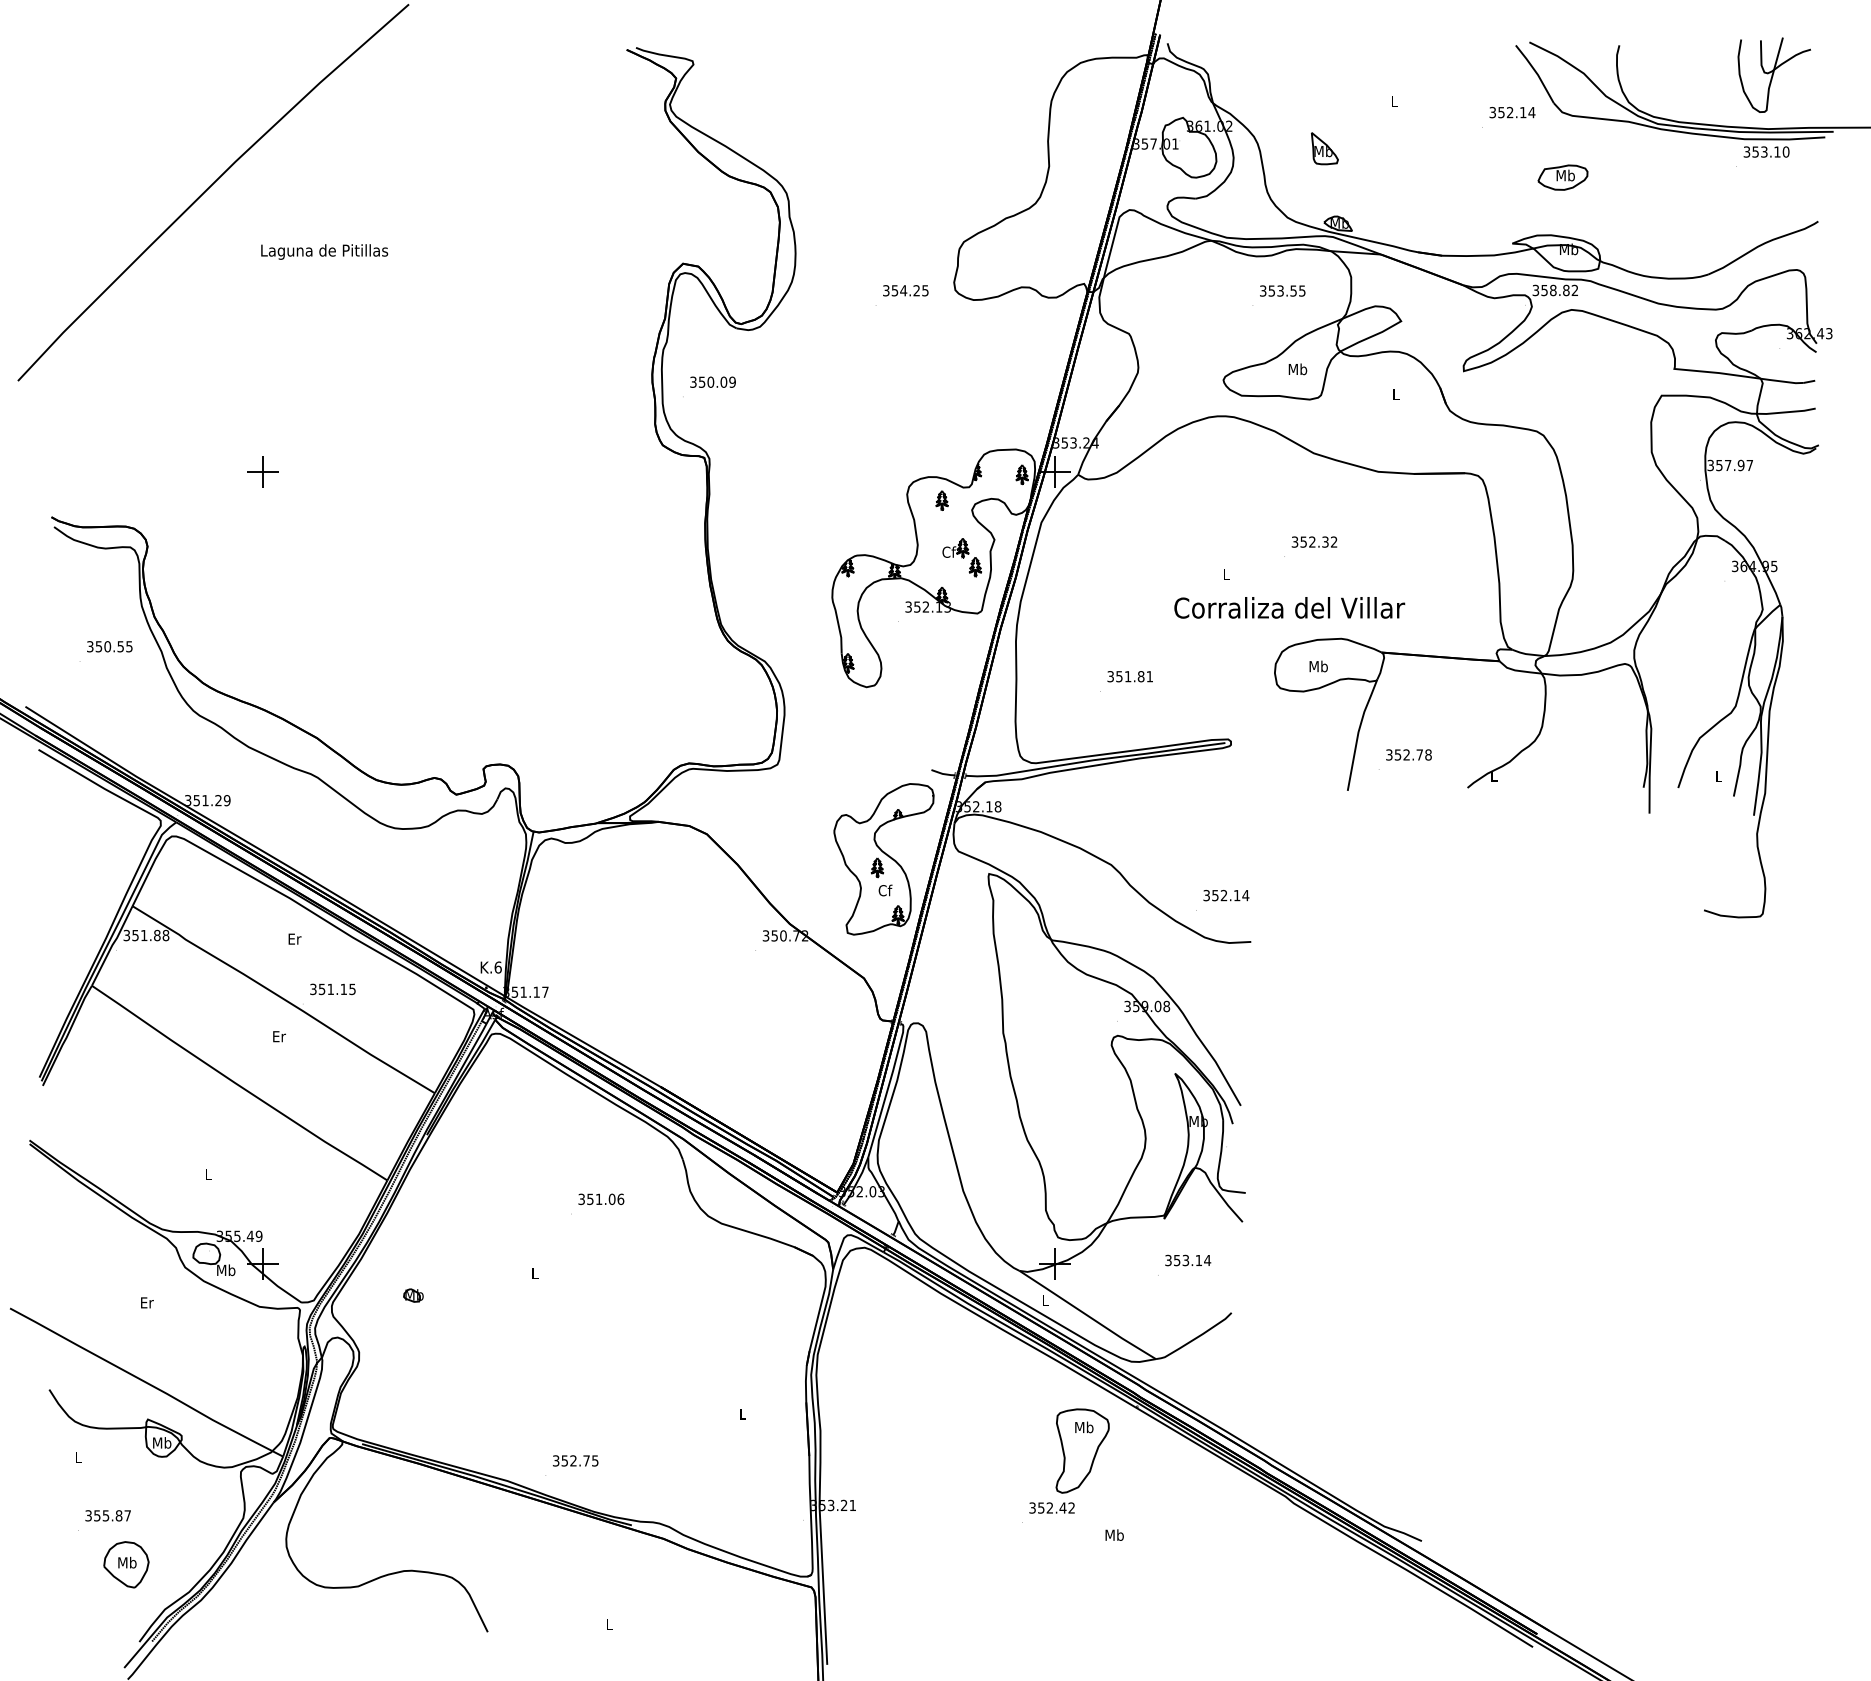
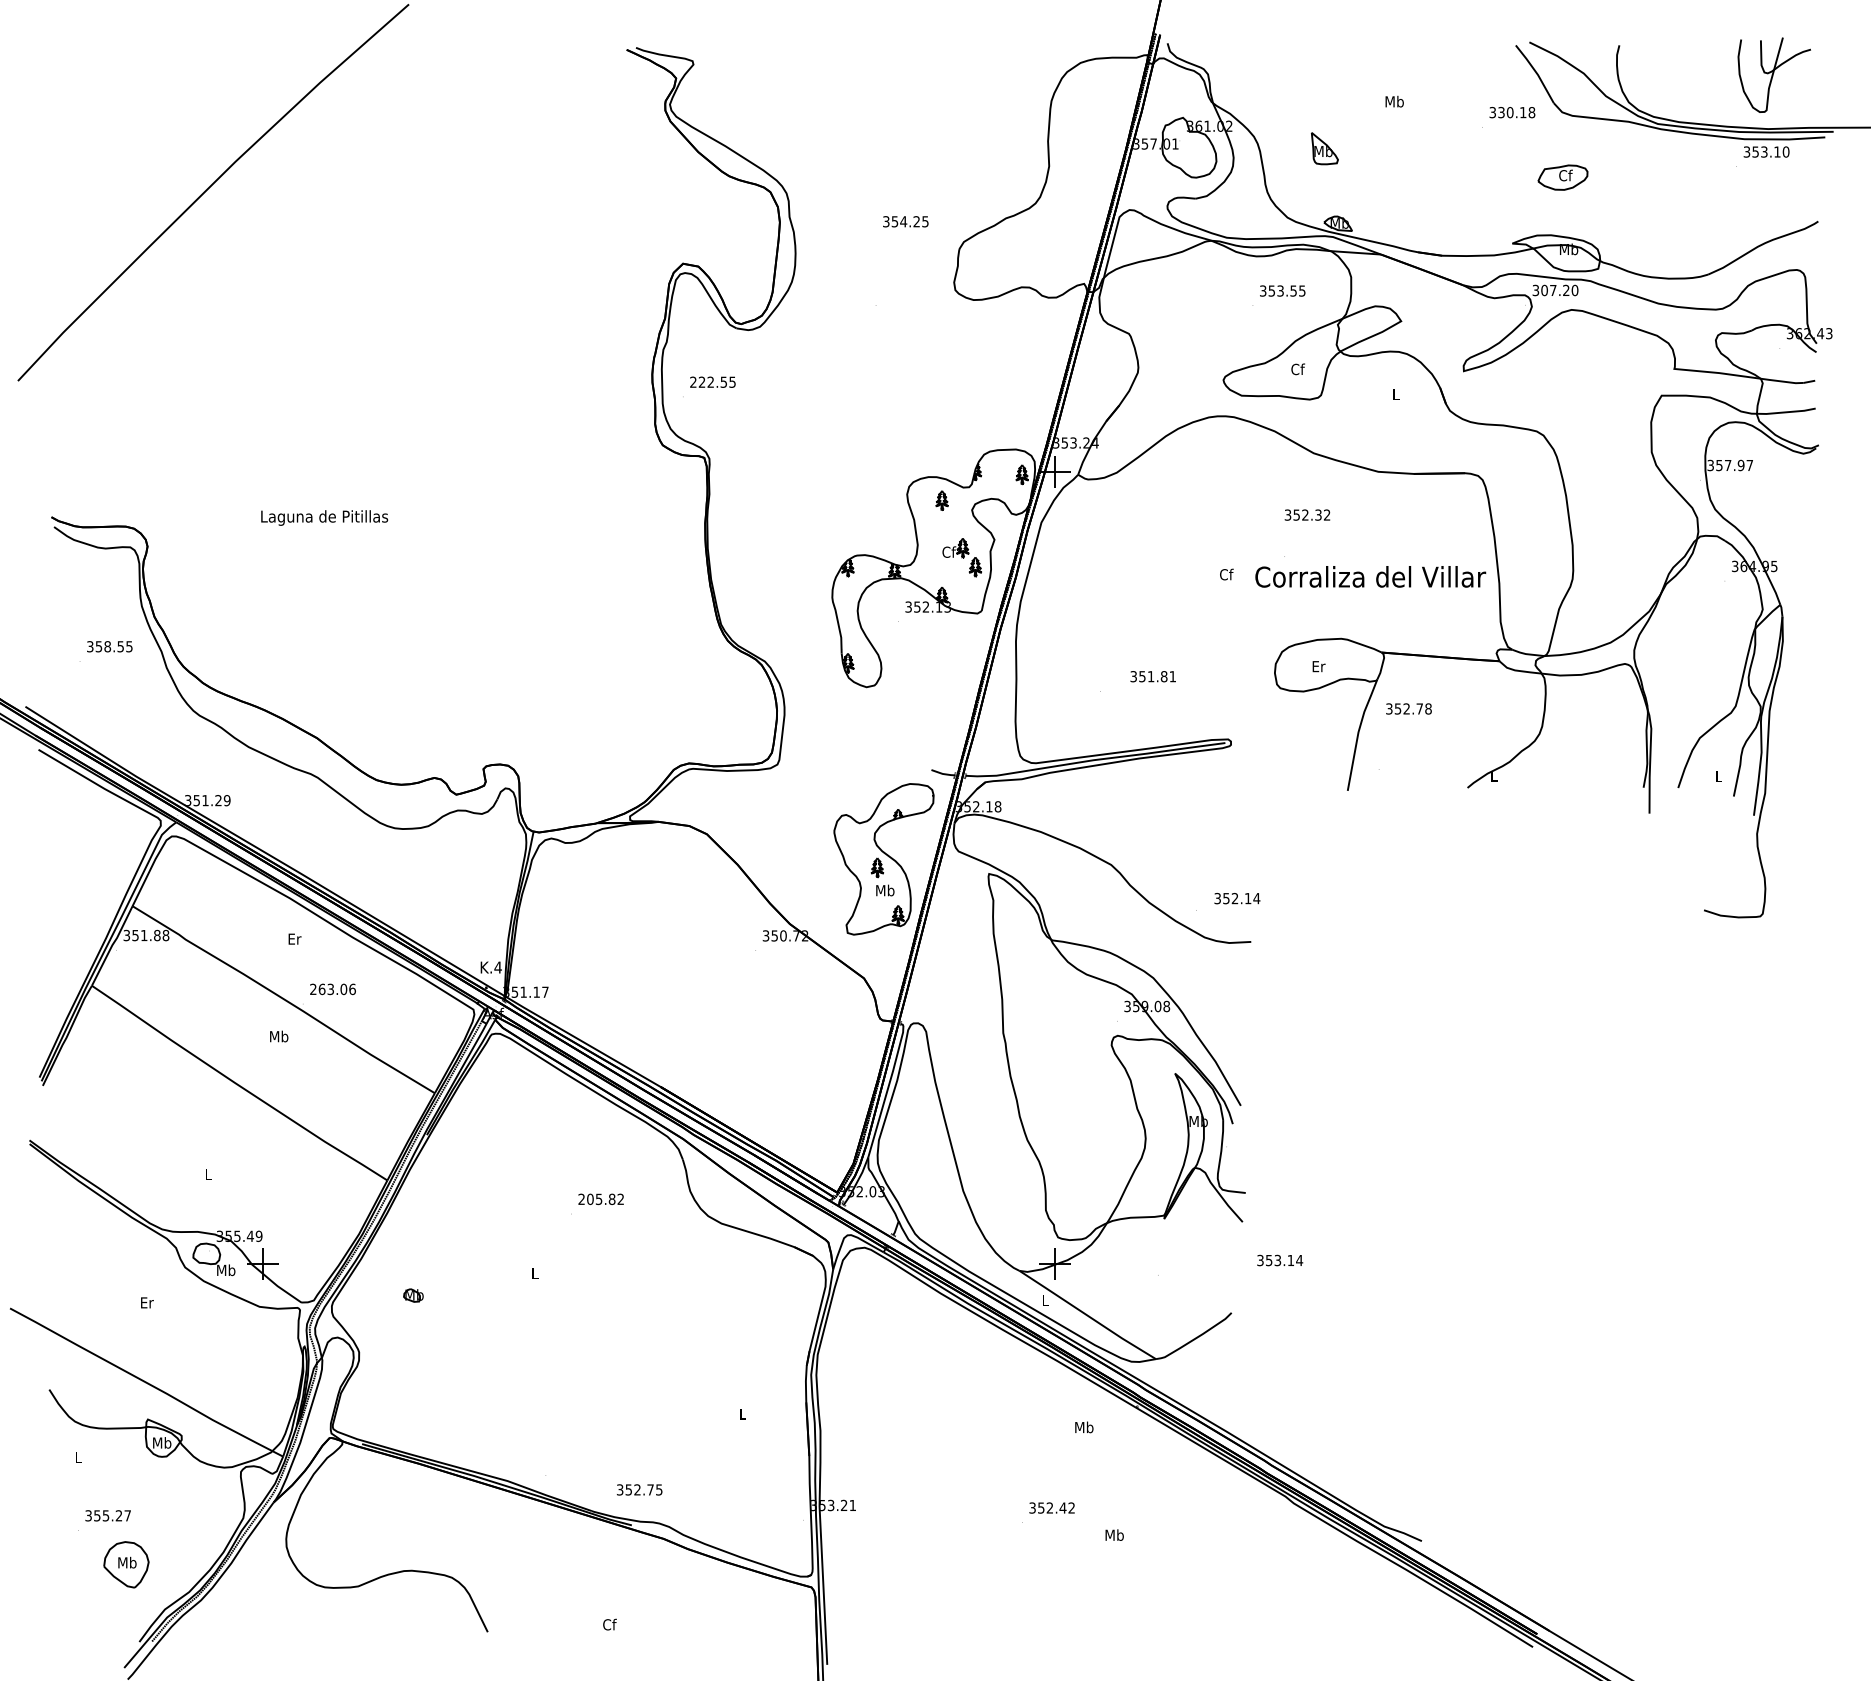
text at (1394, 101): L -> Mb
text at (1516, 112): 352.14 -> 330.18
text at (1565, 175): Mb -> Cf
text at (324, 251) position: (324, 251) -> (324, 517)
text at (905, 290) position: (905, 290) -> (905, 221)
text at (1559, 290): 358.82 -> 307.20
text at (1297, 369): Mb -> Cf
text at (712, 381): 350.09 -> 222.55
part at (262, 471): present -> none
text at (1314, 541) position: (1314, 541) -> (1307, 514)
text at (1226, 574): L -> Cf
text at (1289, 607) position: (1289, 607) -> (1370, 576)
text at (107, 646): 350.55 -> 358.55
text at (1318, 666): Mb -> Er
text at (1129, 676) position: (1129, 676) -> (1152, 676)
text at (1408, 754) position: (1408, 754) -> (1408, 708)
text at (885, 890): Cf -> Mb
text at (1226, 895) position: (1226, 895) -> (1237, 898)
text at (497, 967): K.6 -> K.4
text at (332, 989): 351.15 -> 263.06
text at (279, 1036): Er -> Mb
text at (601, 1199): 351.06 -> 205.82
text at (1188, 1260) position: (1188, 1260) -> (1280, 1260)
part at (1082, 1450): present -> none
text at (575, 1460) position: (575, 1460) -> (639, 1489)
text at (118, 1515): 355.87 -> 355.27
text at (609, 1624): L -> Cf
